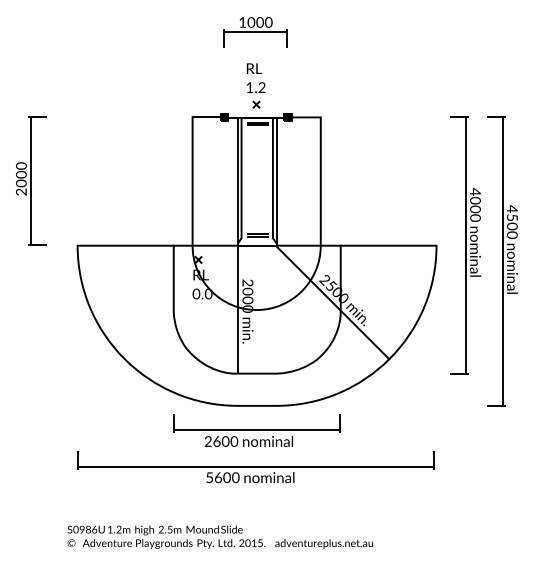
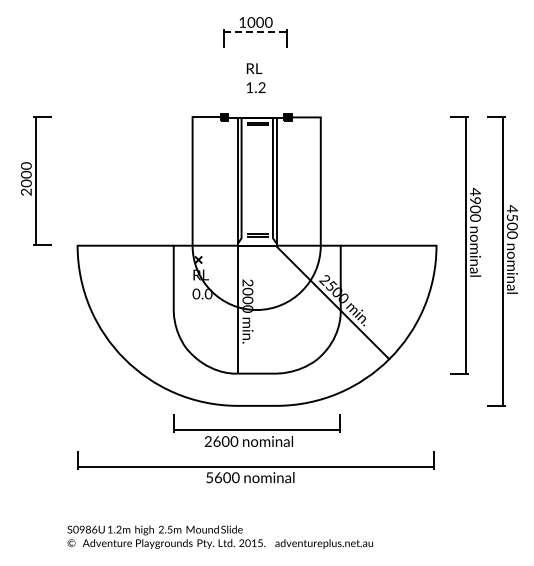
line at (255, 32): solid -> dashed
part at (256, 104): present -> none
part at (31, 180) position: (31, 180) -> (36, 180)
text at (474, 200): 4000 -> 4900
